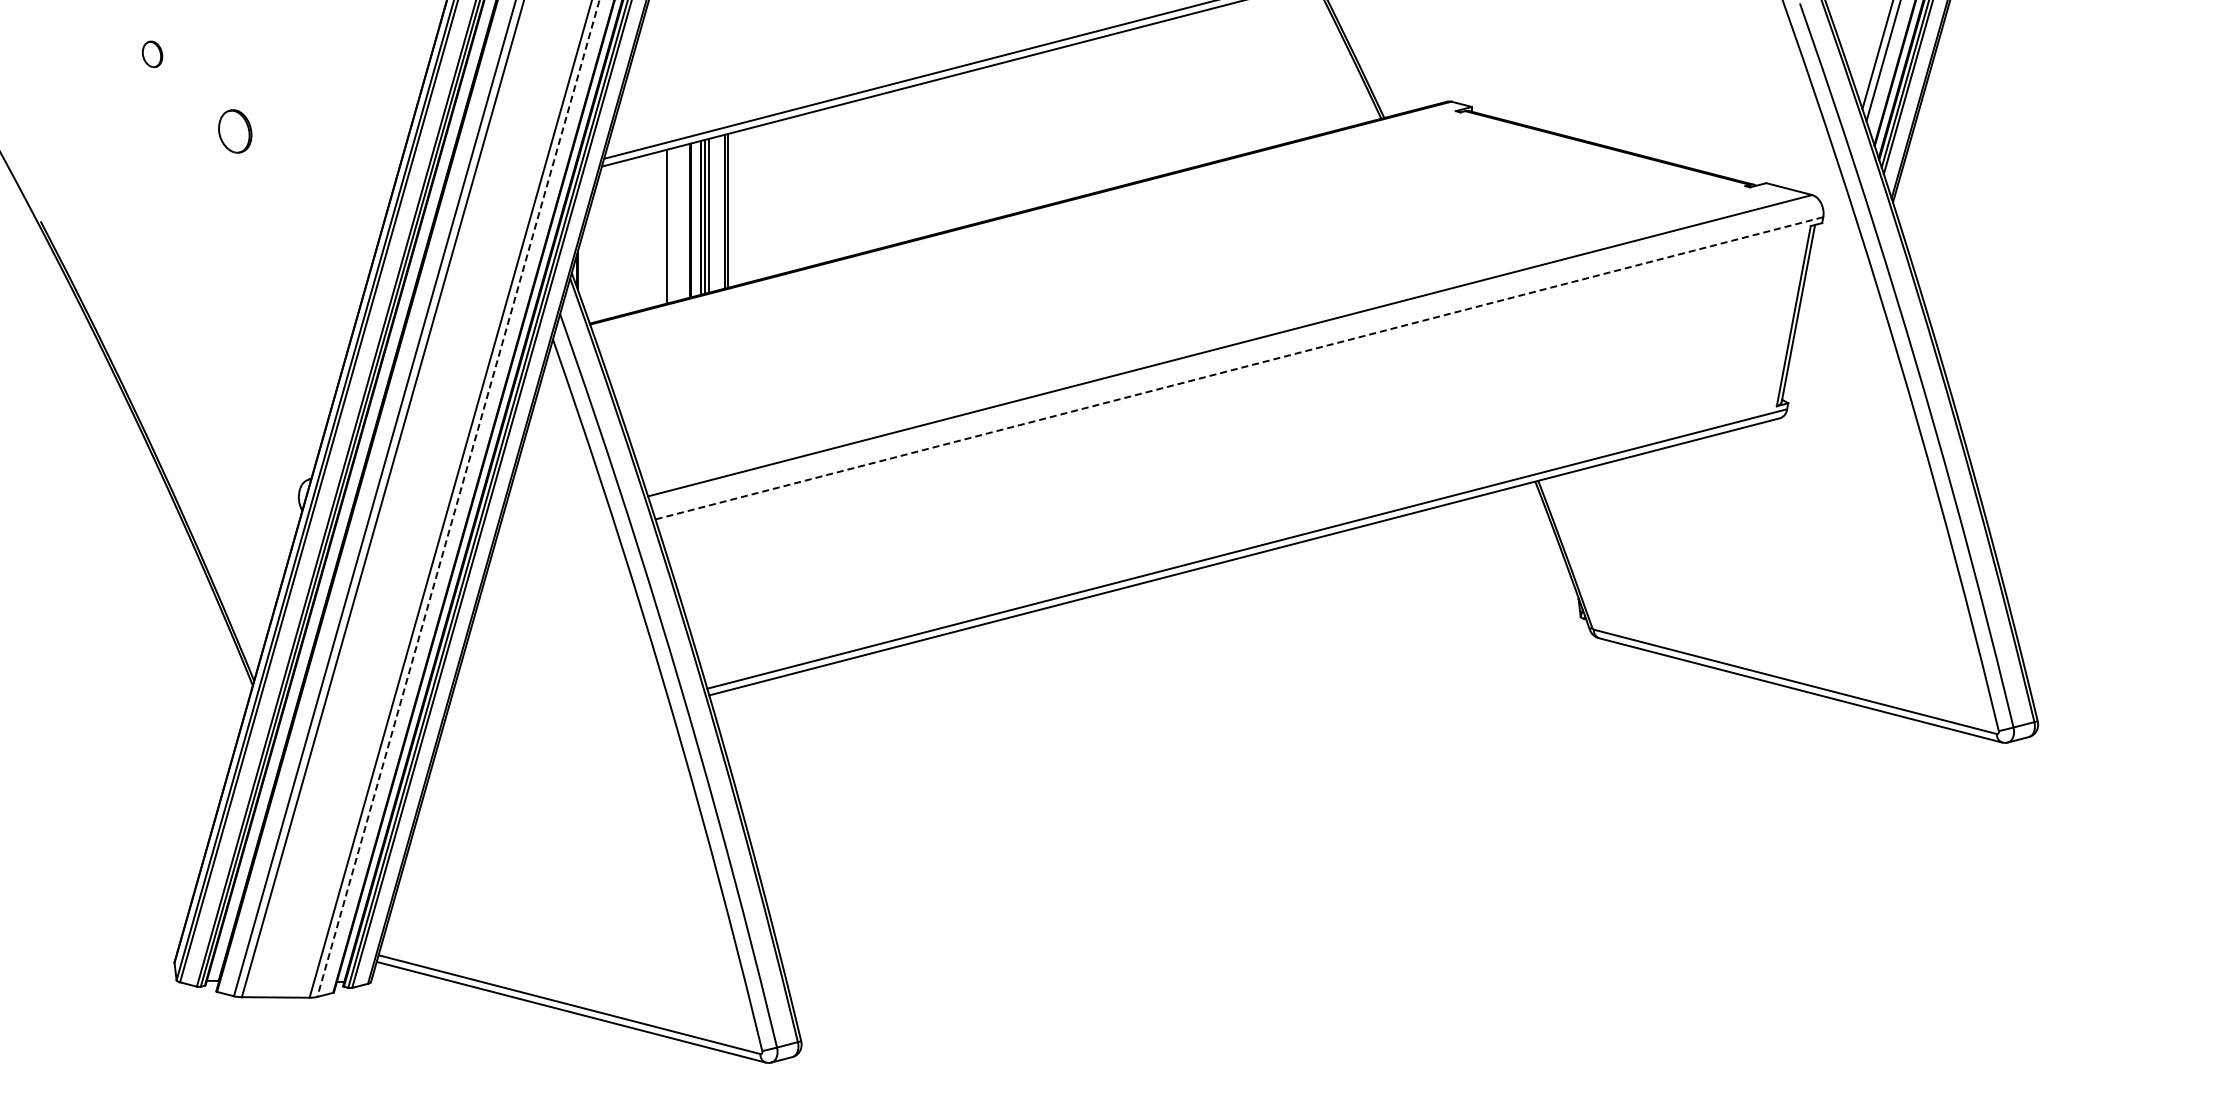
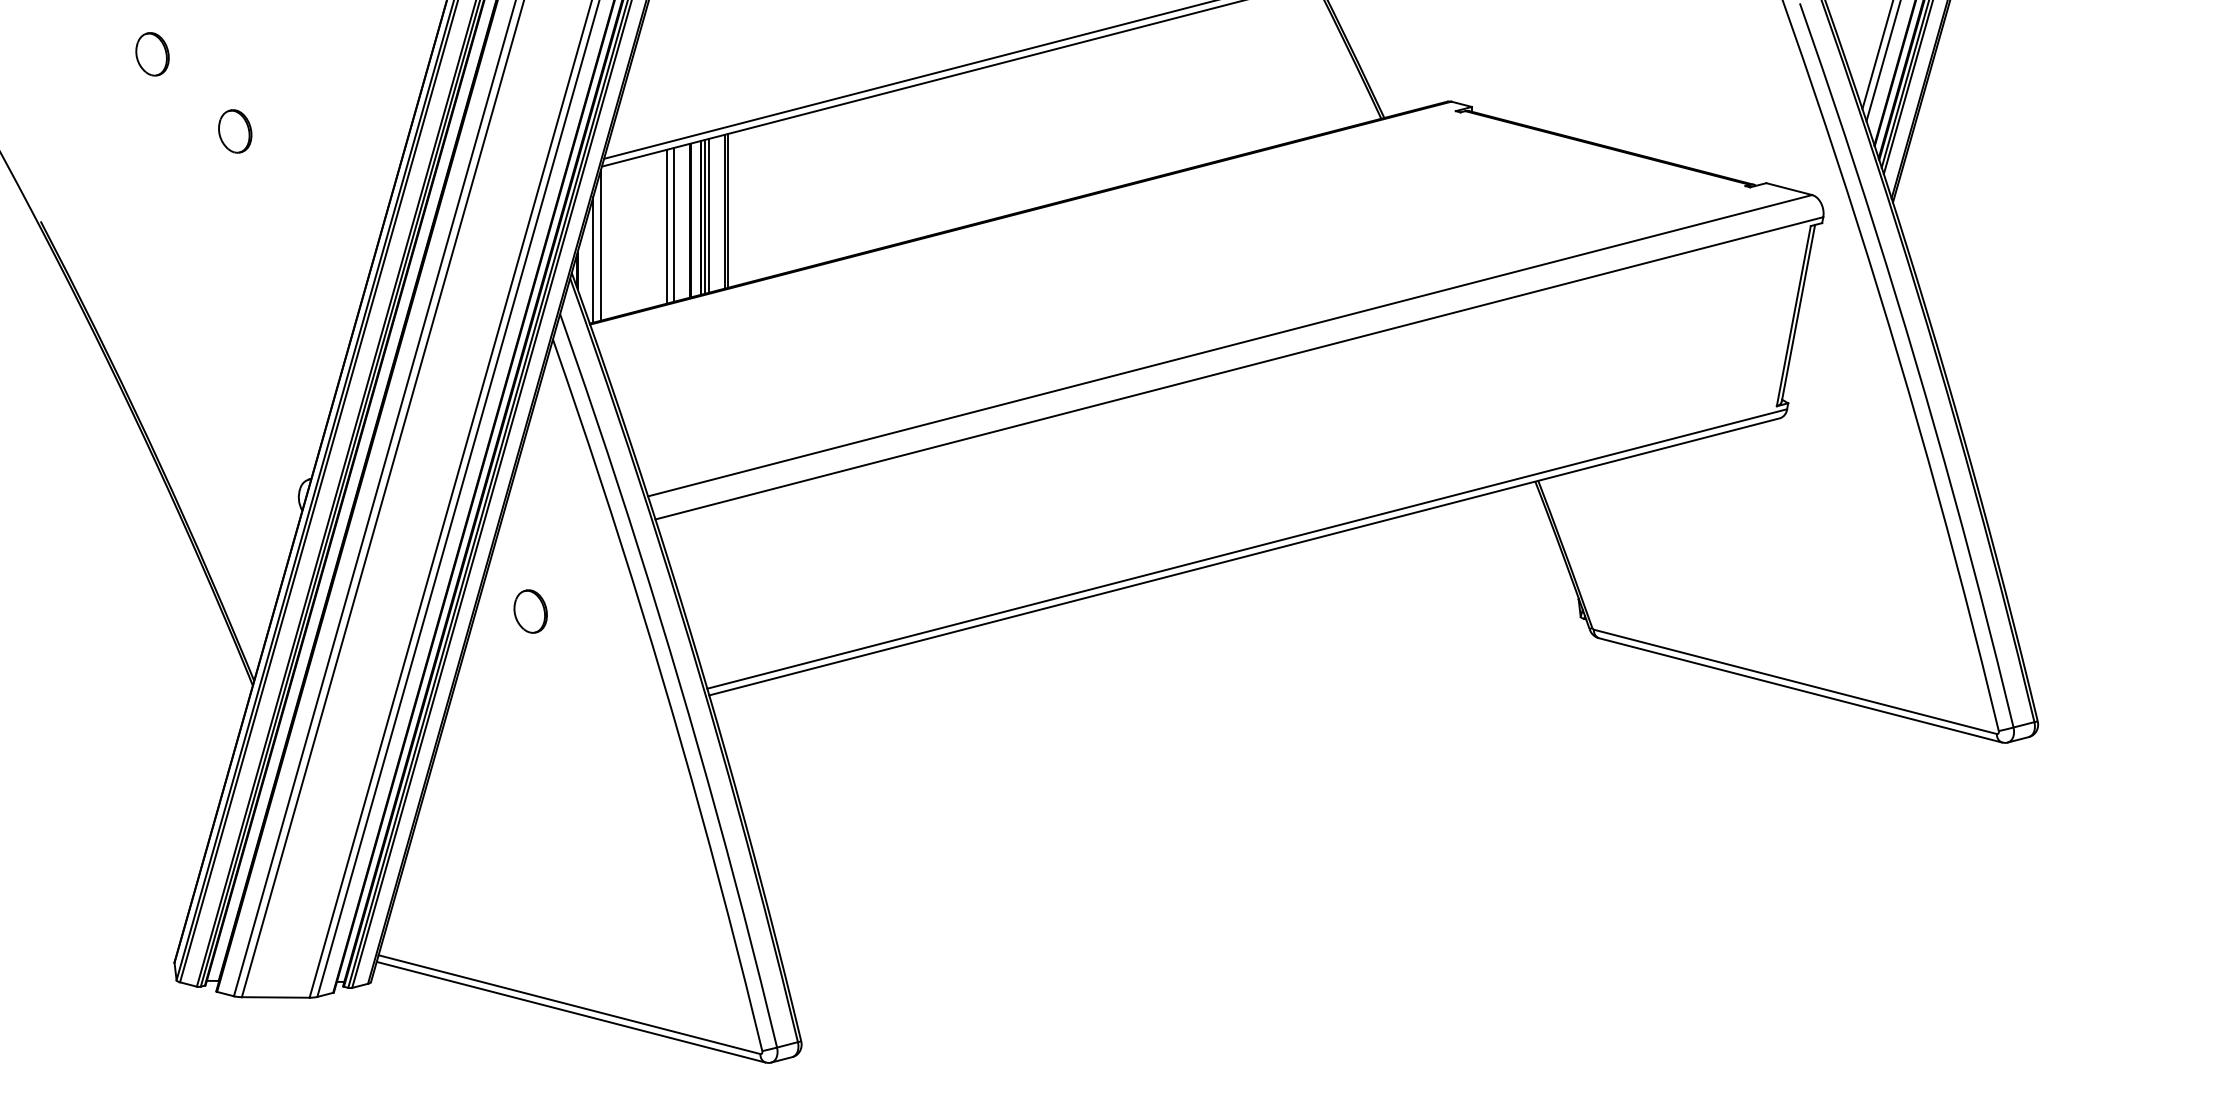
part at (152, 54) size: 23x29 px -> 35x45 px
line at (674, 224): none -> present
line at (601, 244): none -> present
line at (593, 259): none -> present
line at (1238, 368): dashed -> solid
line at (458, 498): dashed -> solid
part at (530, 611): none -> present
